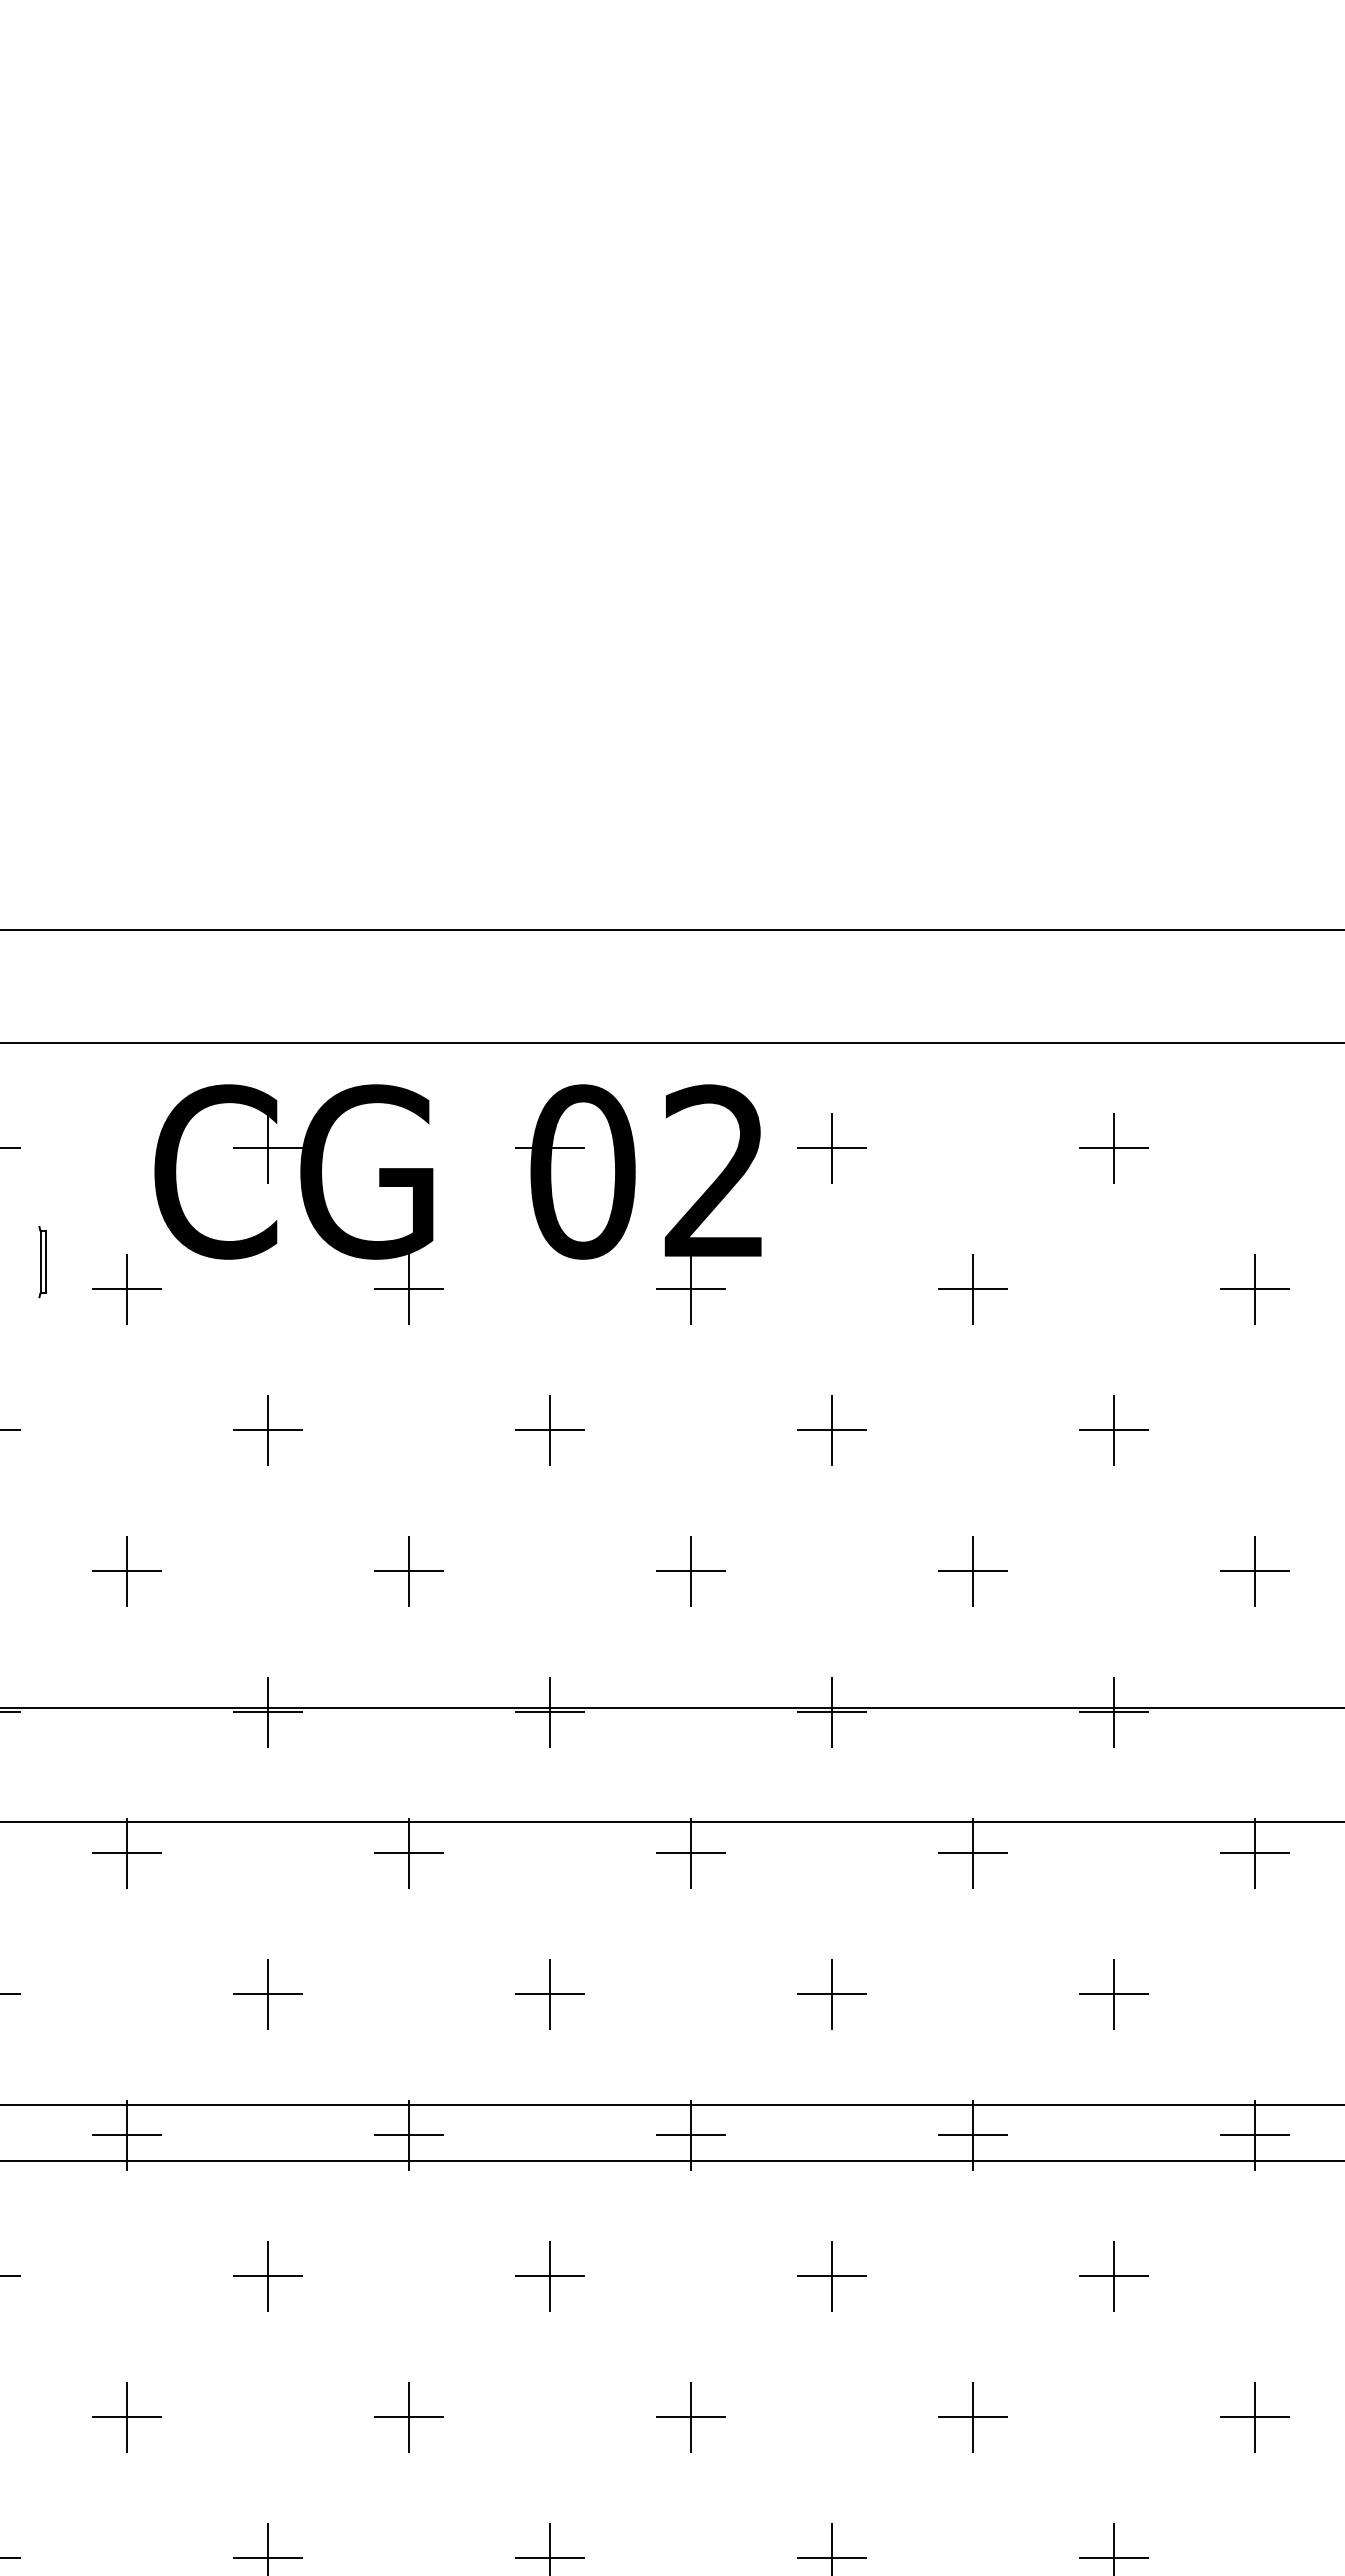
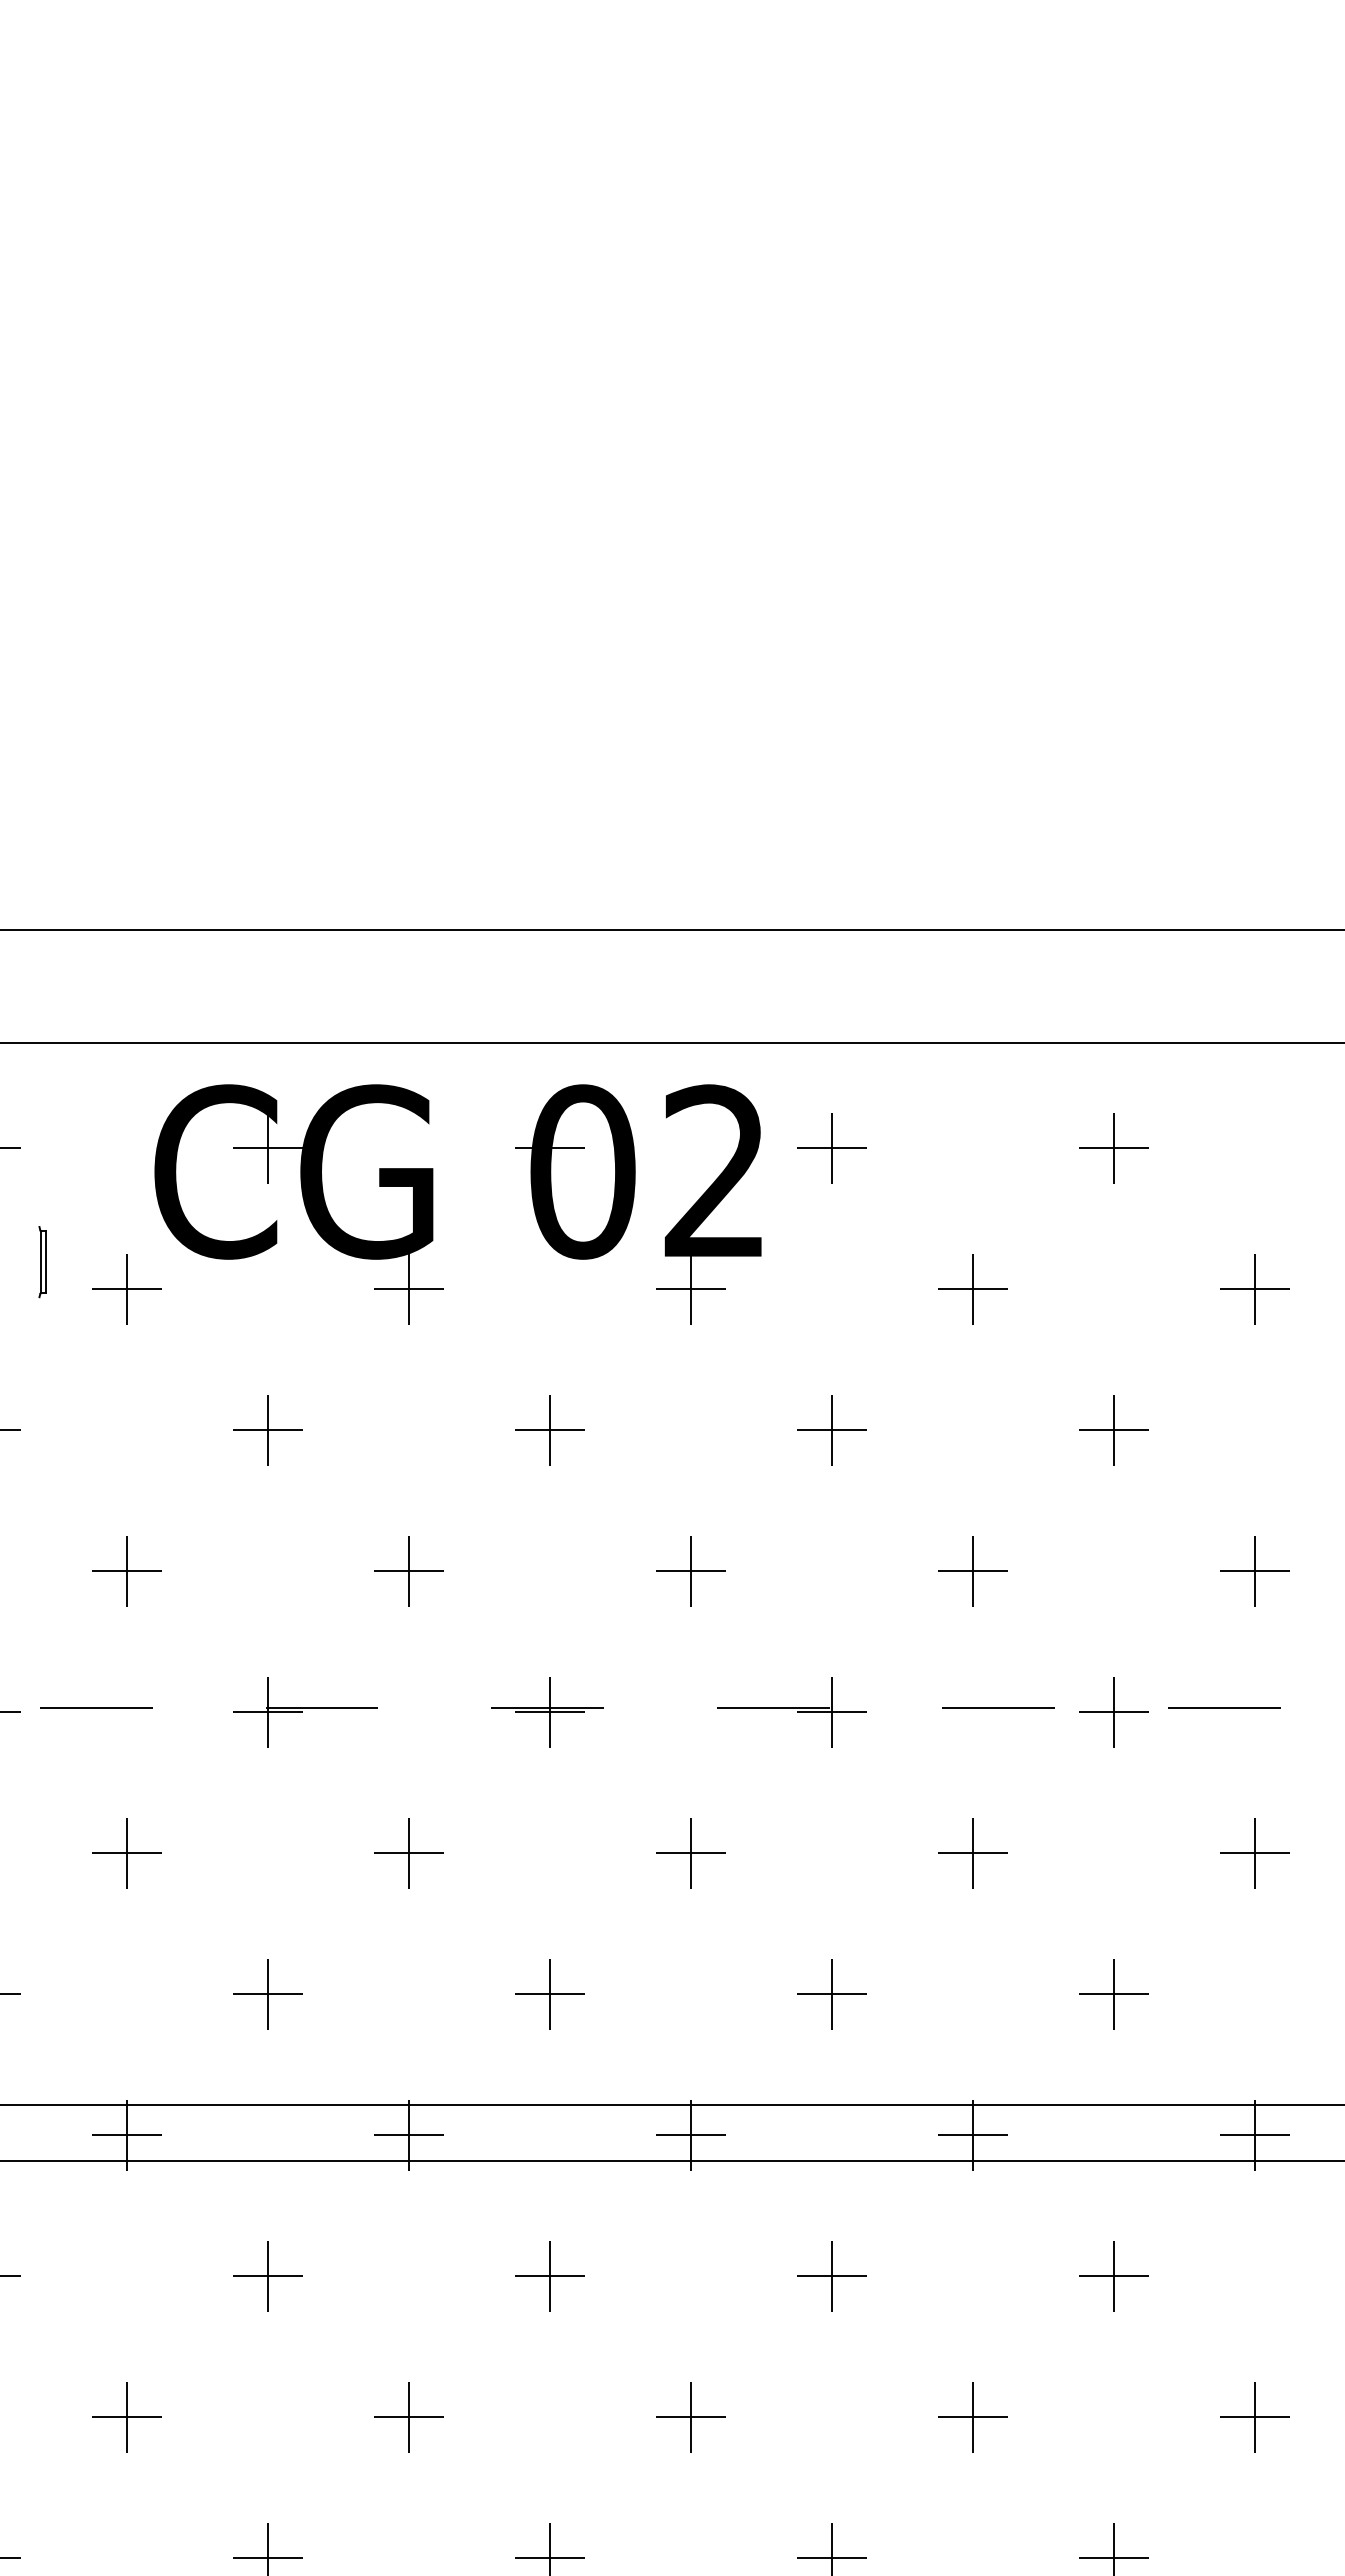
line at (672, 1707): solid -> dashed
line at (671, 1822): present -> none
